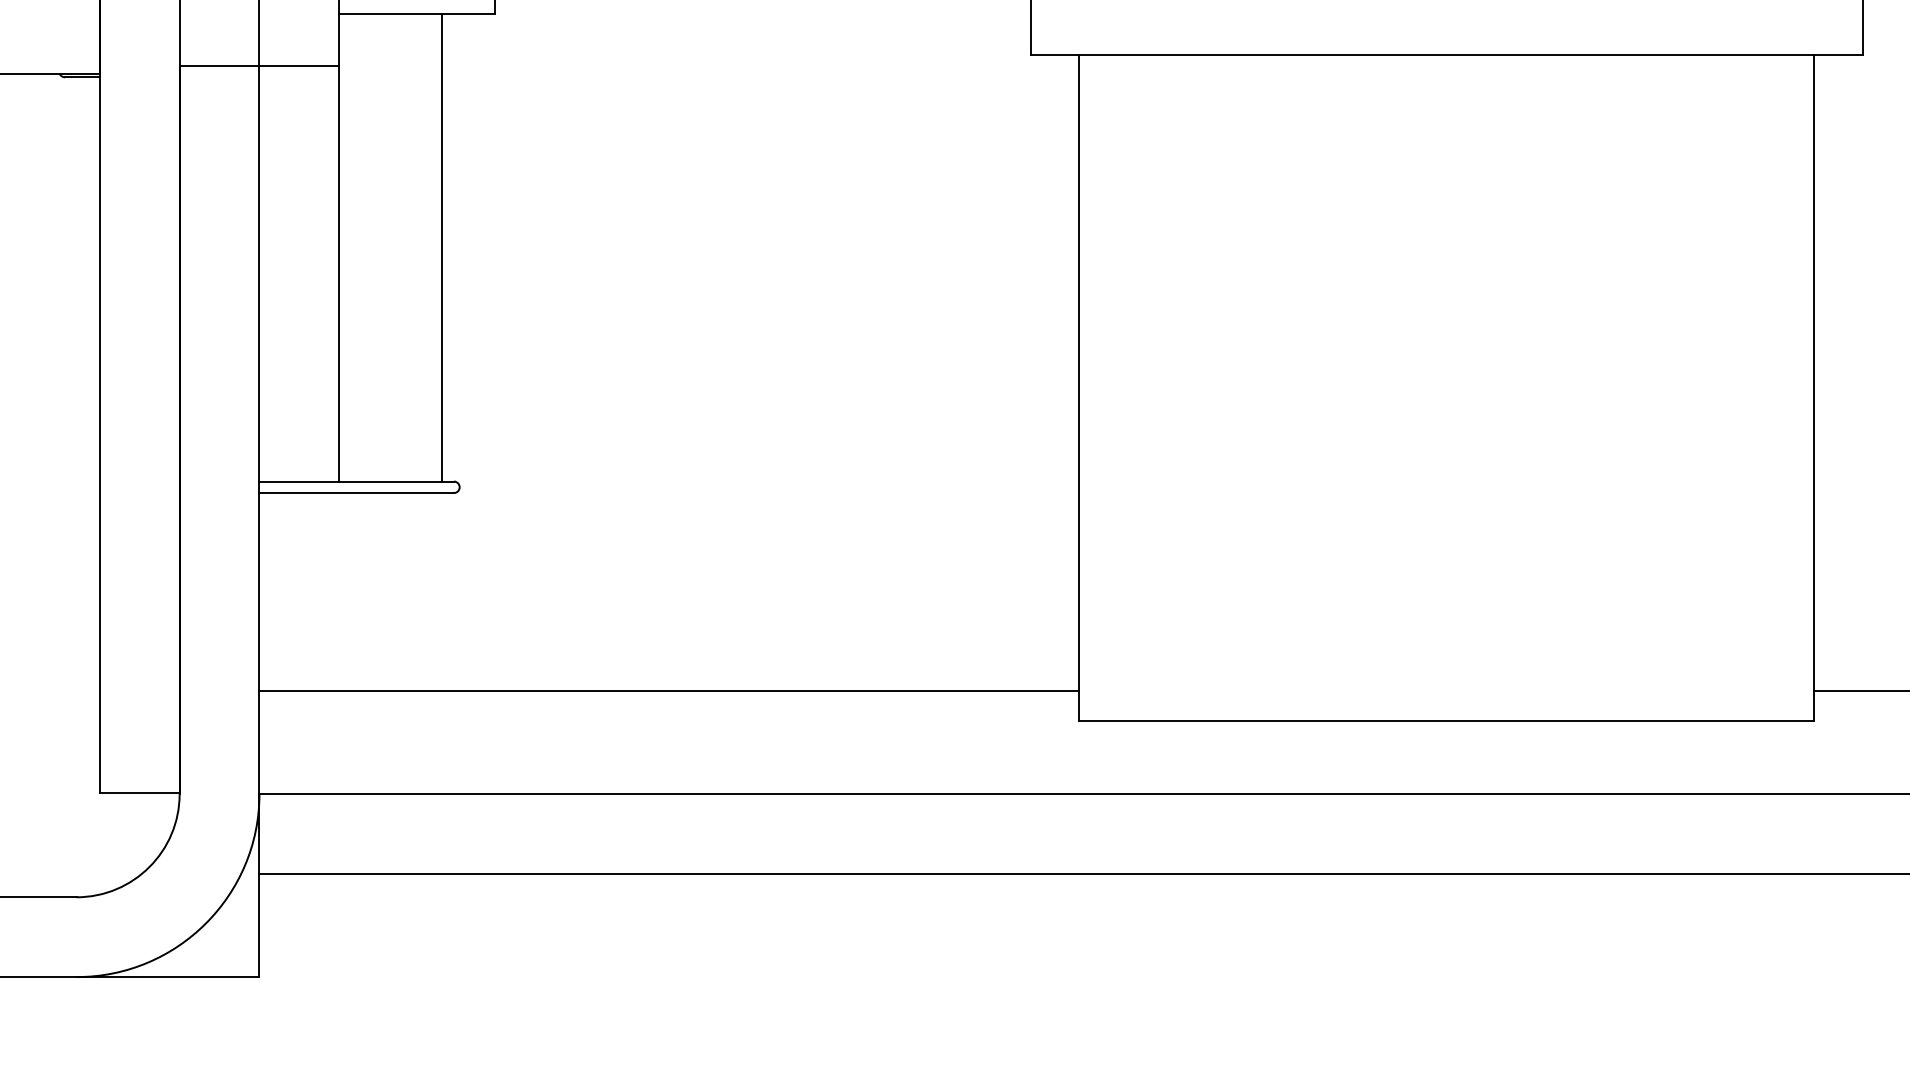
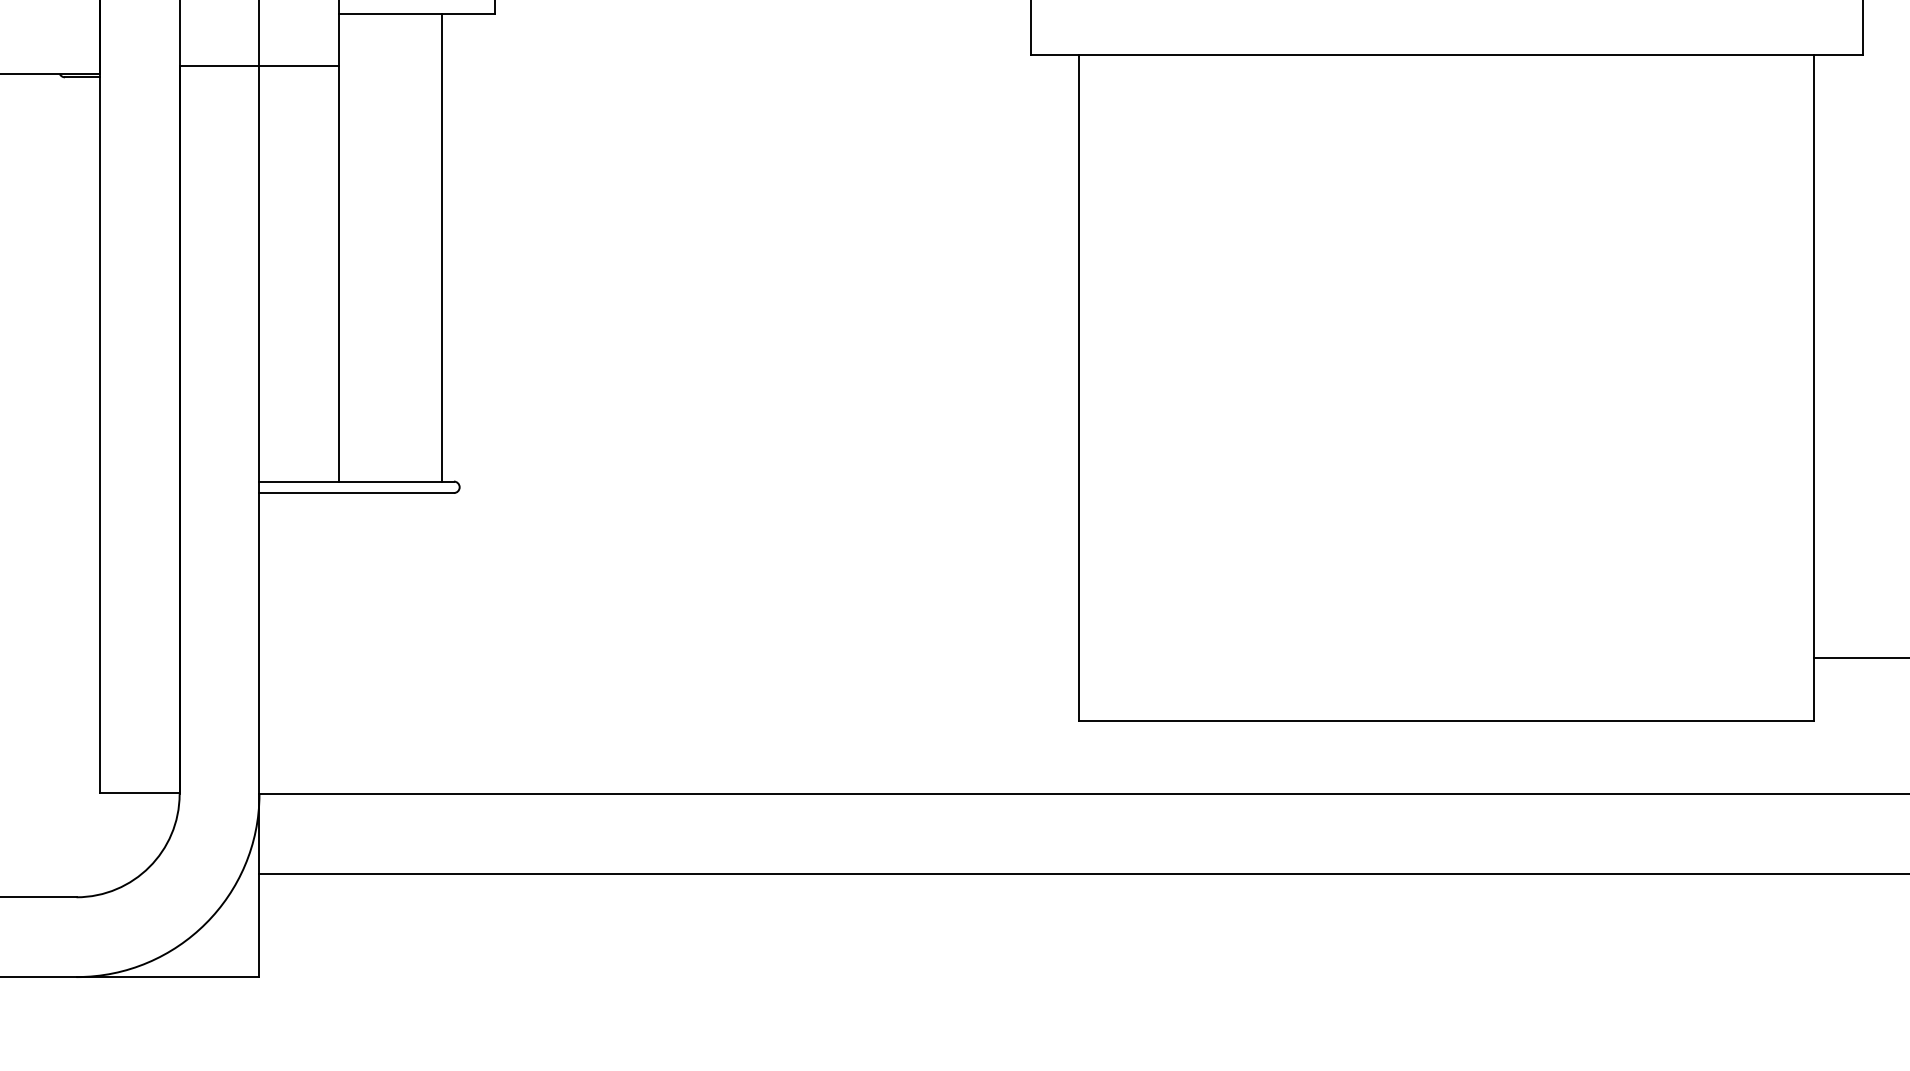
line at (669, 691): present -> none
line at (1860, 691) position: (1860, 691) -> (1860, 658)
